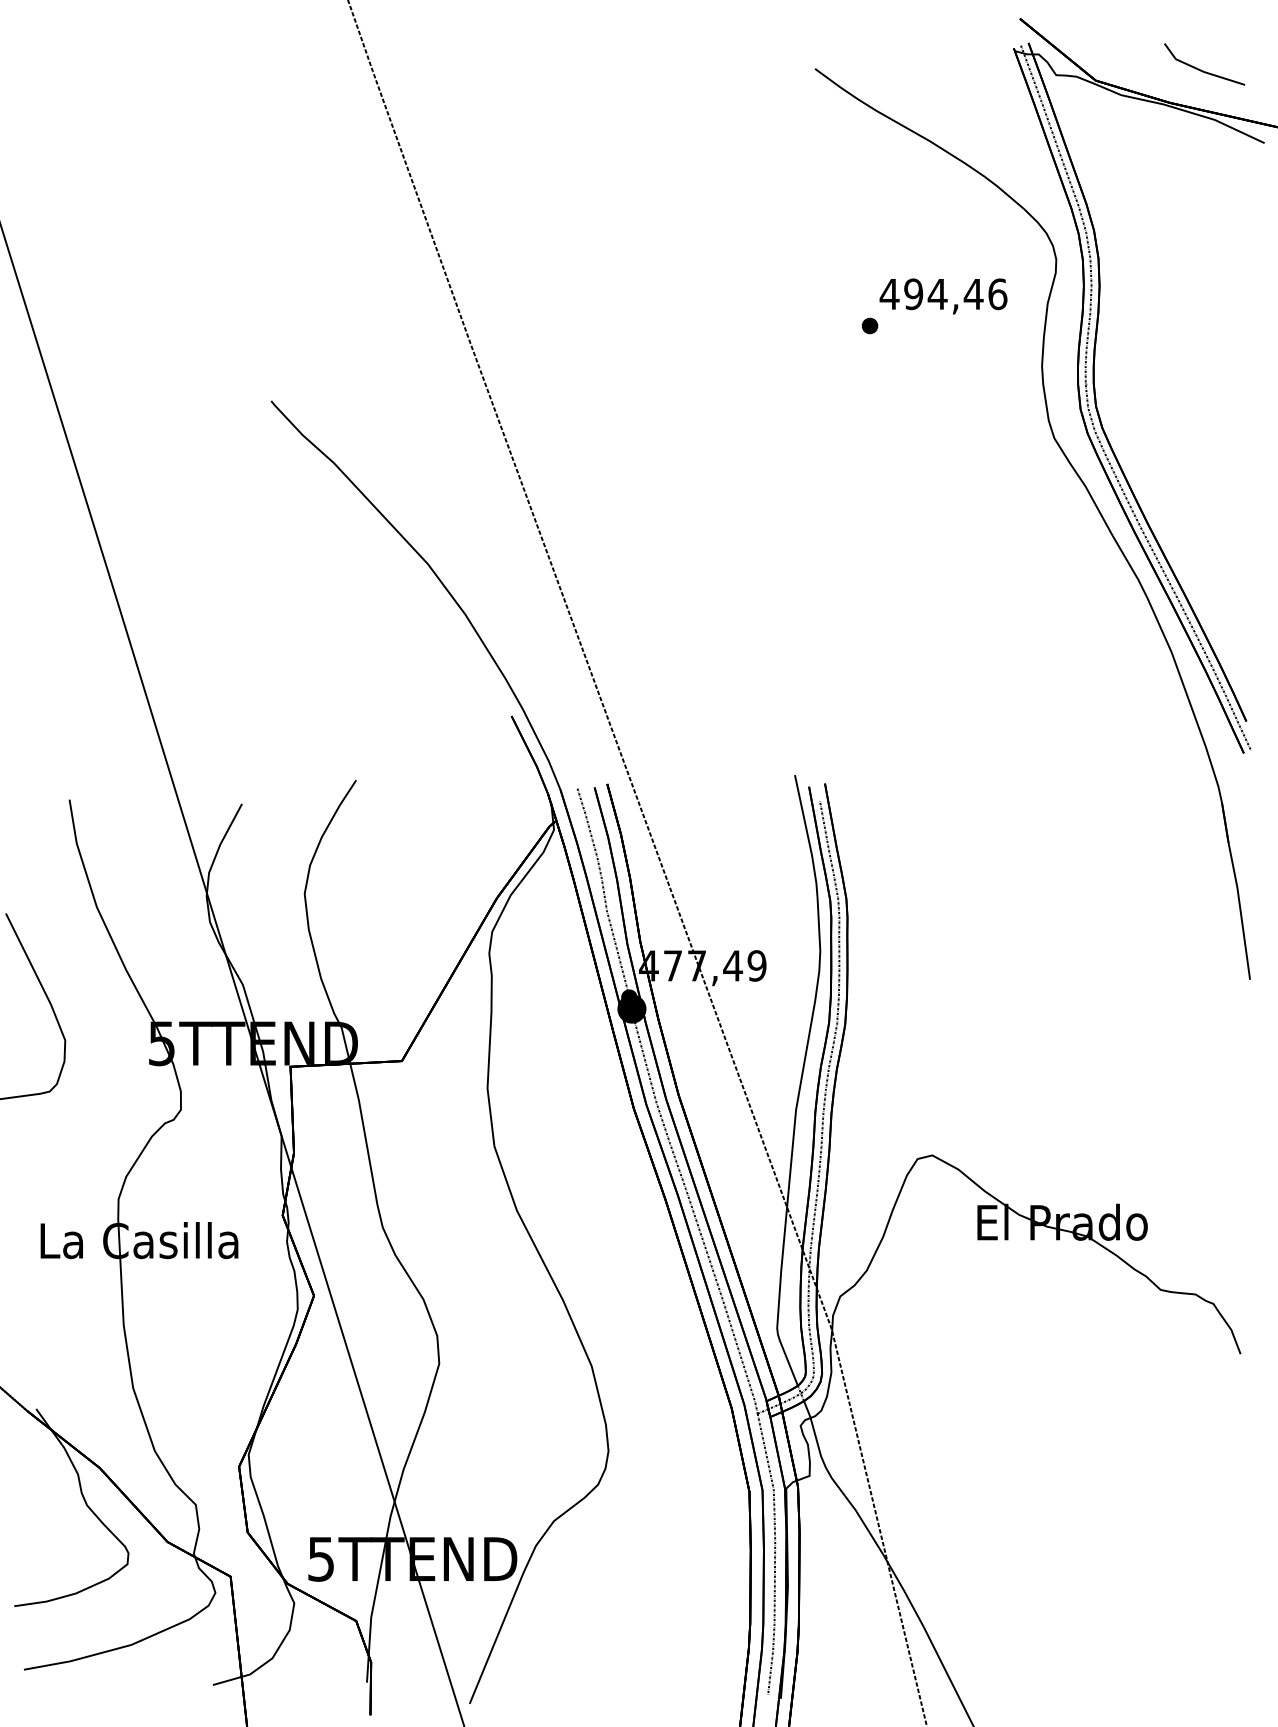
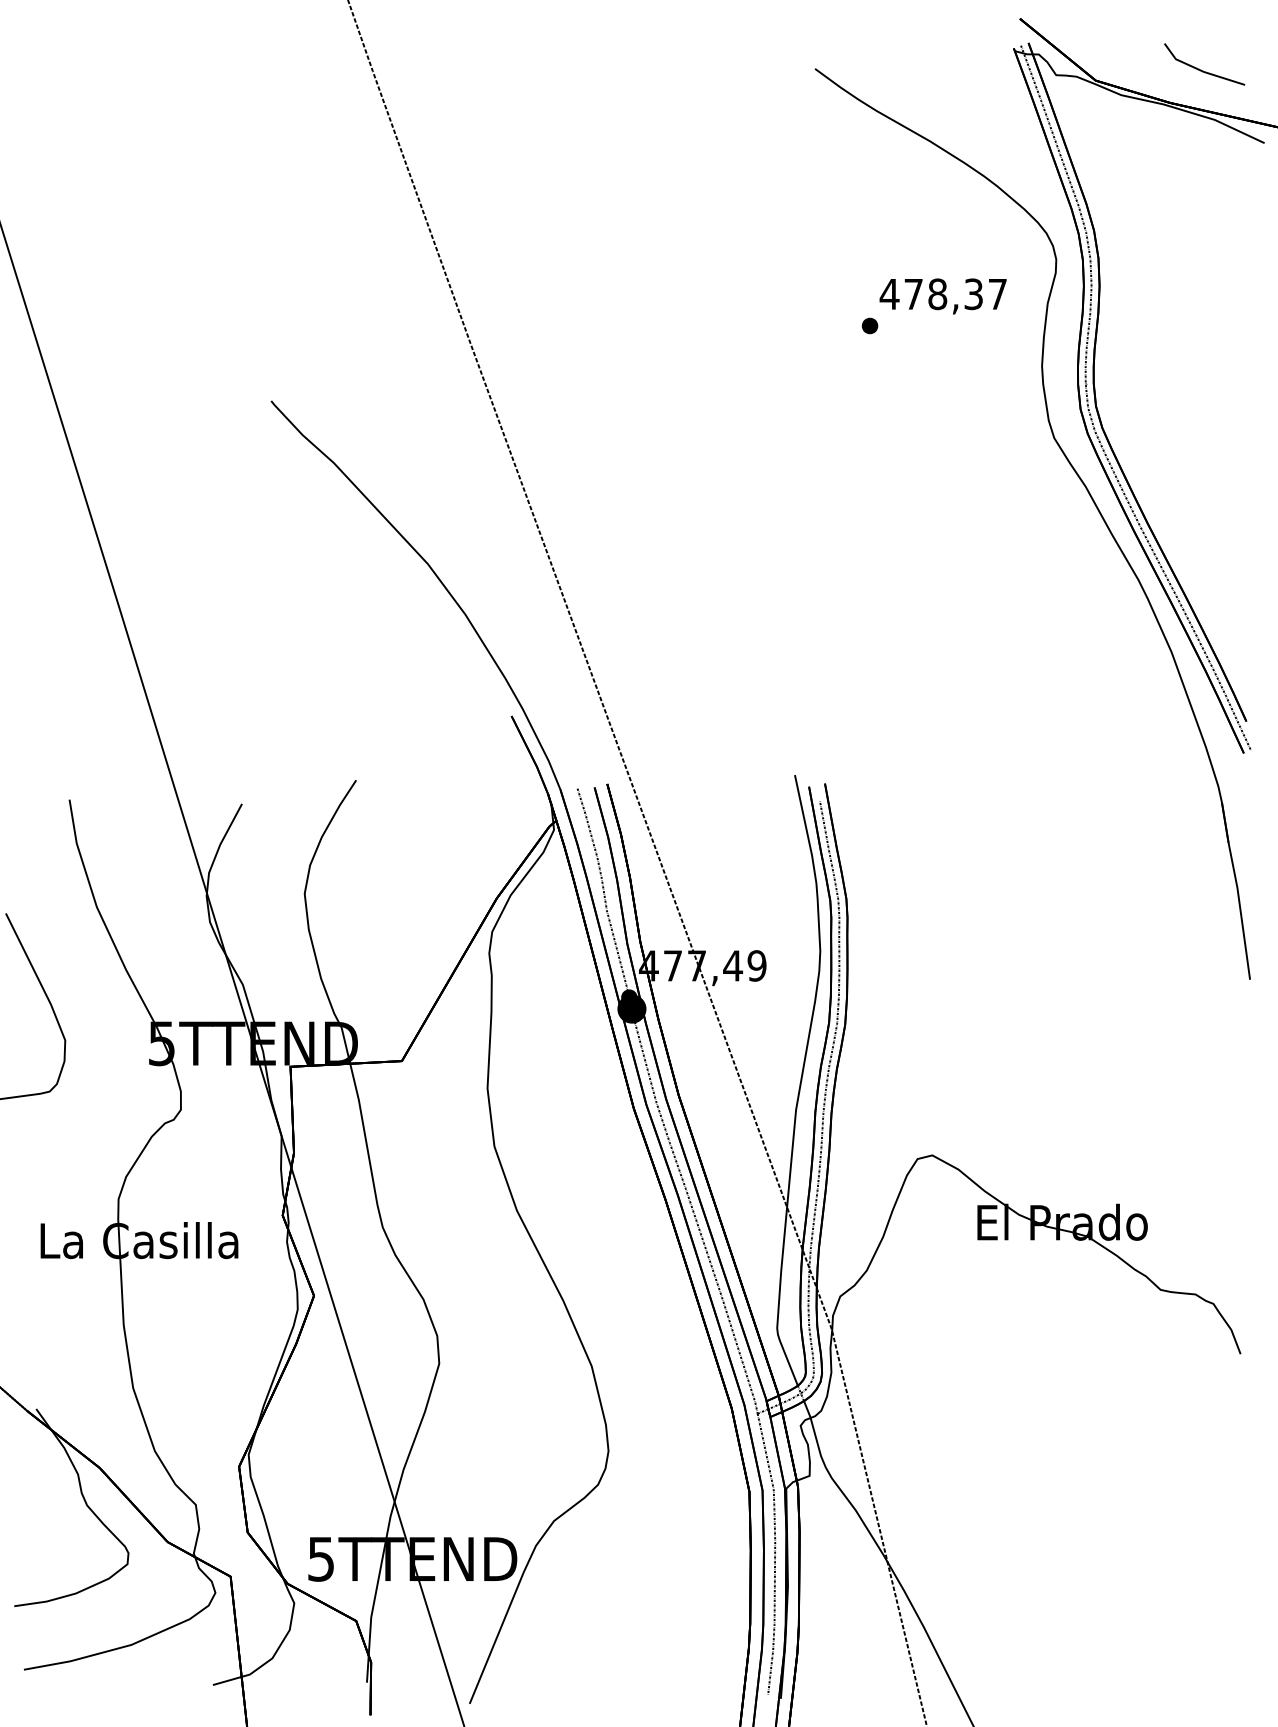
text at (955, 294): 494,46 -> 478,37
